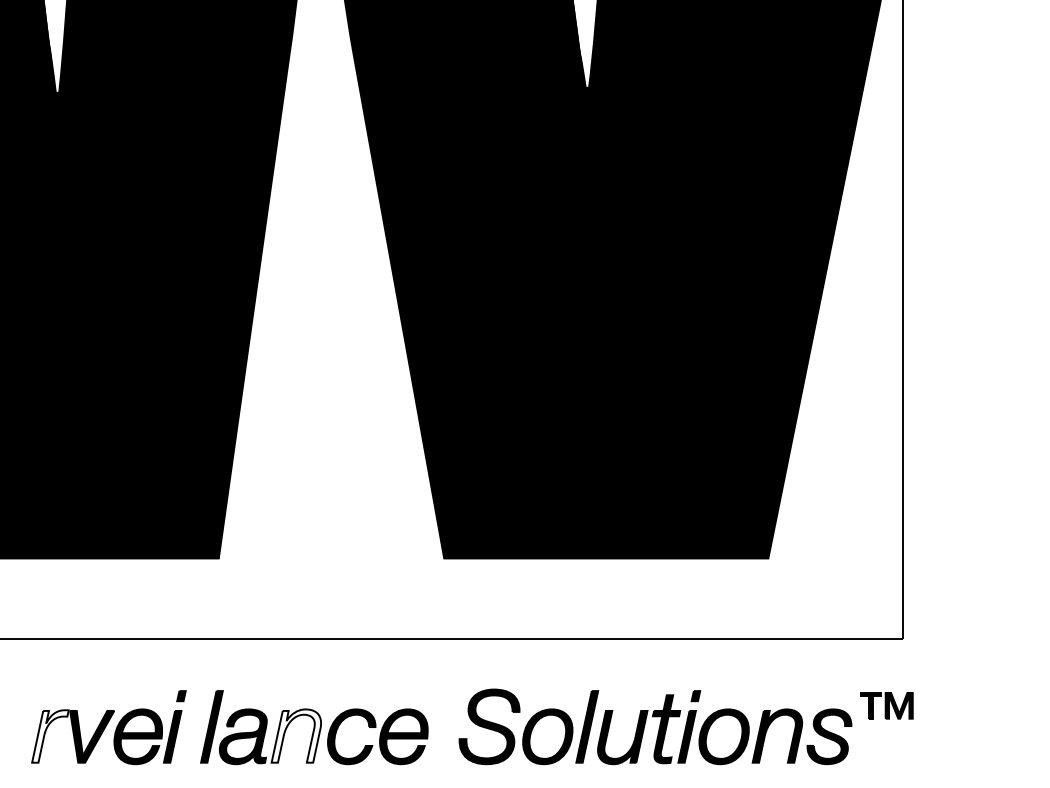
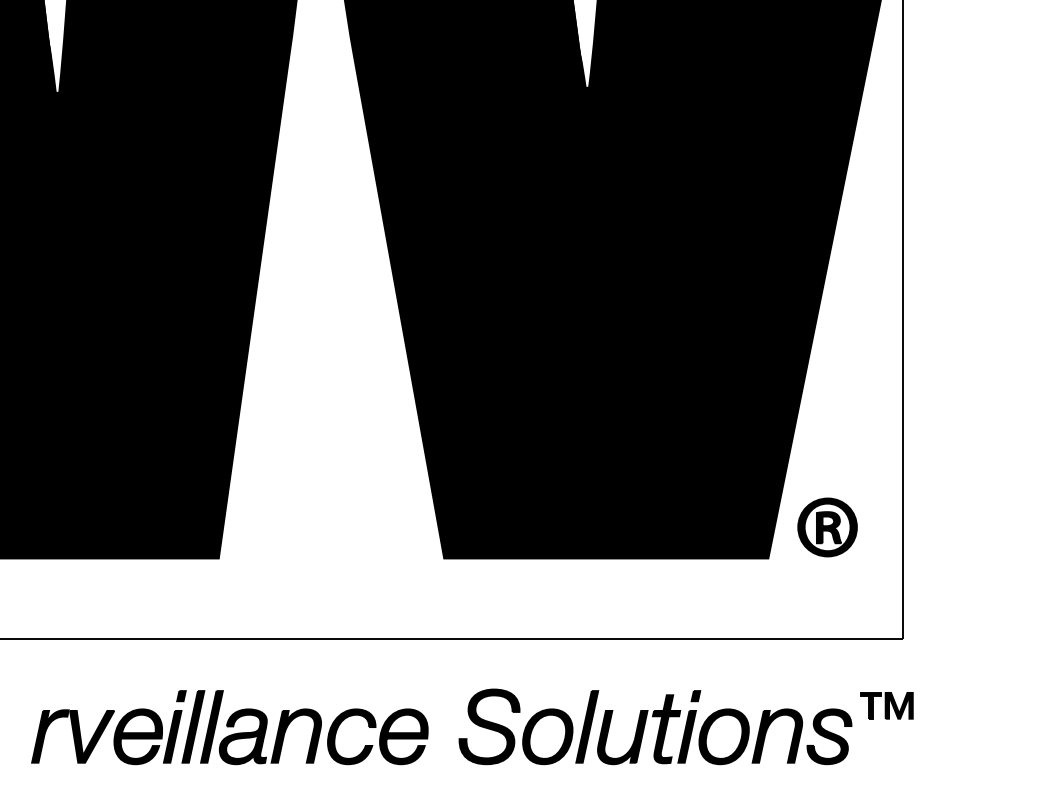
part at (827, 527): none -> present
part at (193, 726): none -> present
fill at (296, 735): none -> present
fill at (50, 736): none -> present
